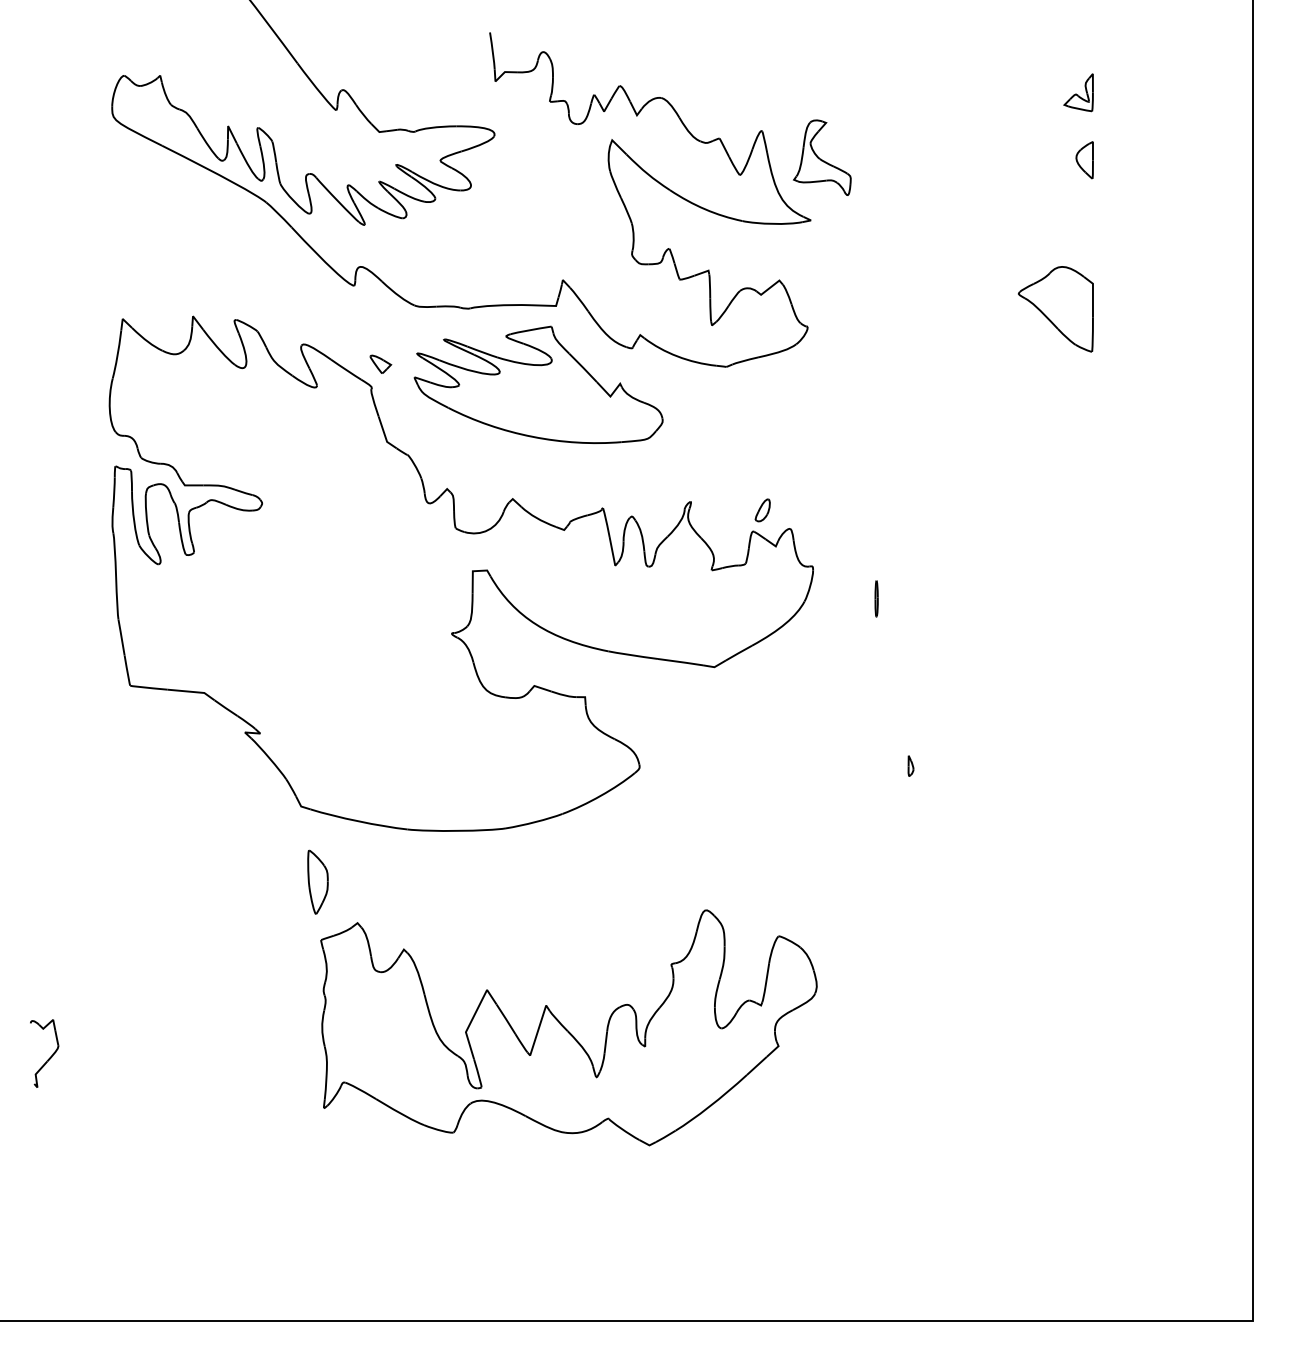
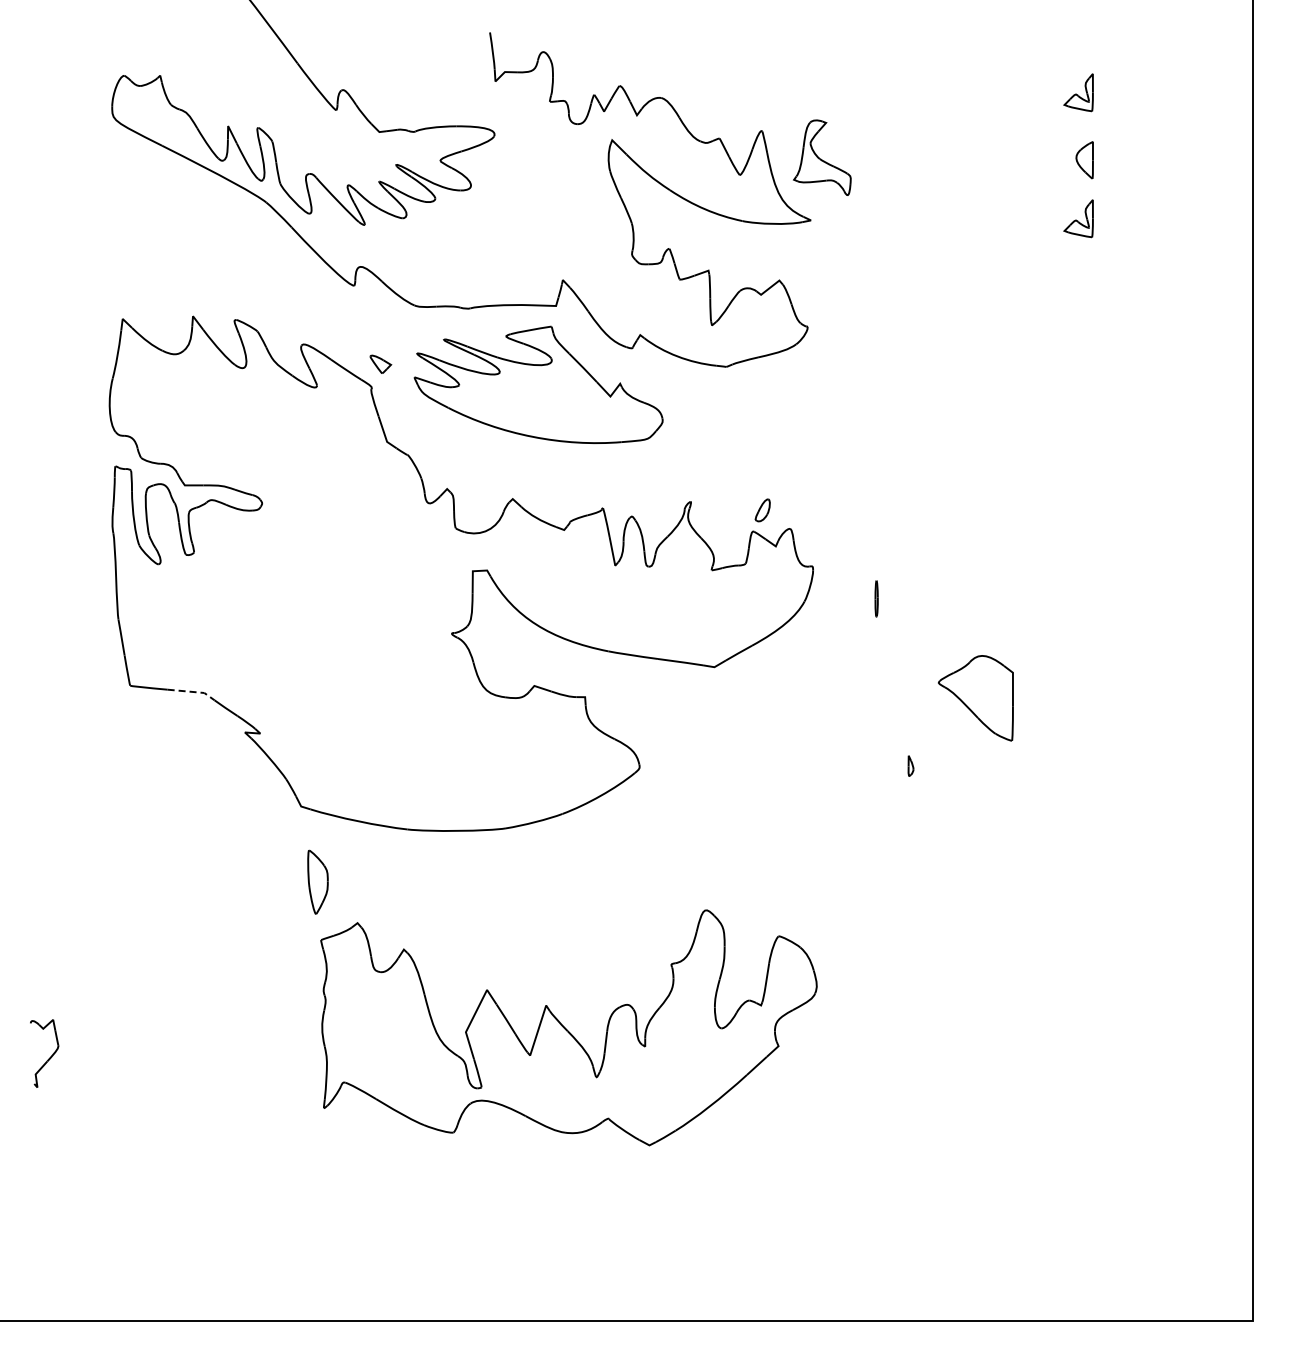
part at (1078, 218): none -> present
part at (1055, 309) position: (1055, 309) -> (975, 698)
line at (193, 692): solid -> dashed
